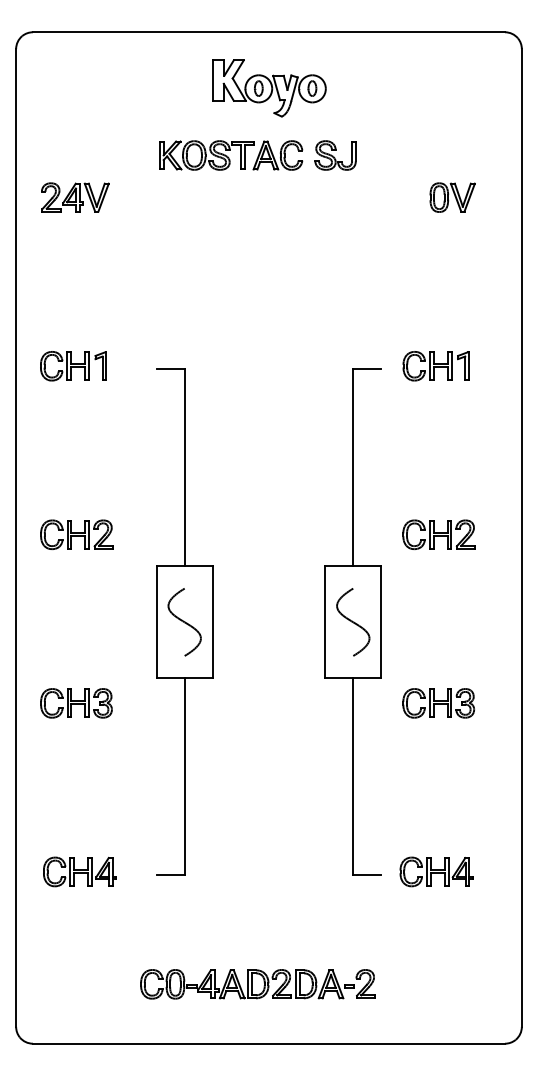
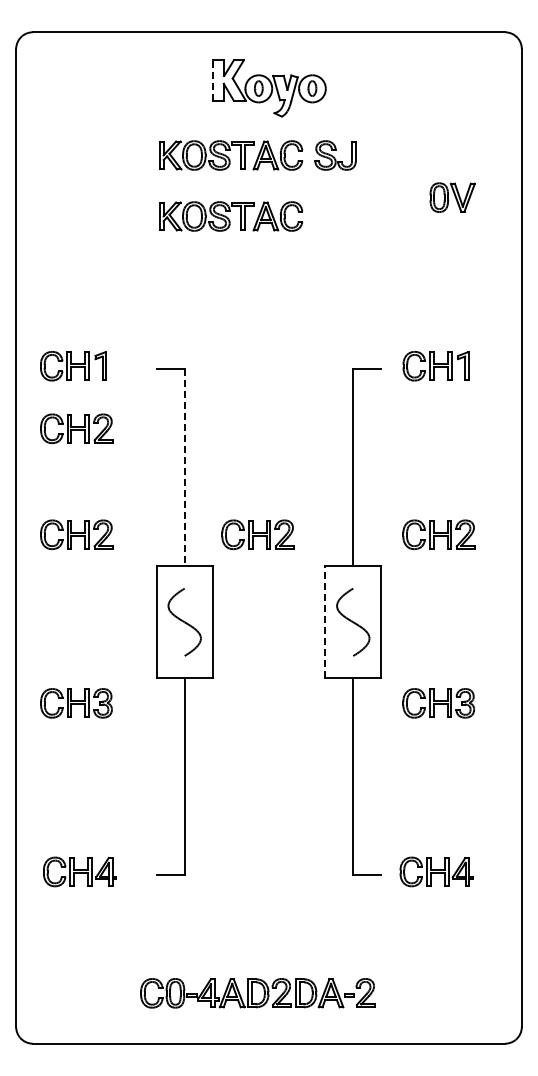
line at (212, 80): solid -> dashed
part at (75, 197): present -> none
part at (231, 216): none -> present
part at (76, 428): none -> present
line at (184, 468): solid -> dashed
part at (257, 534): none -> present
line at (325, 621): solid -> dashed
part at (257, 984) position: (257, 984) -> (257, 993)
